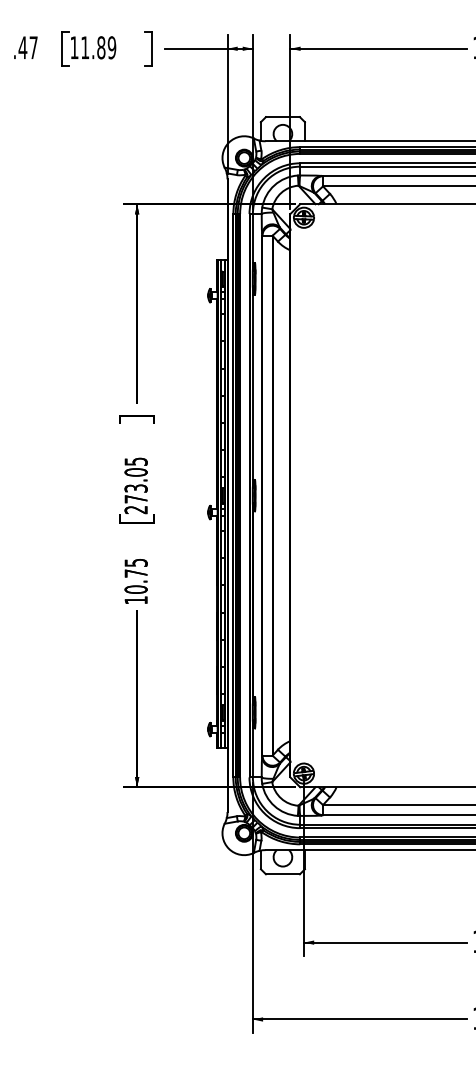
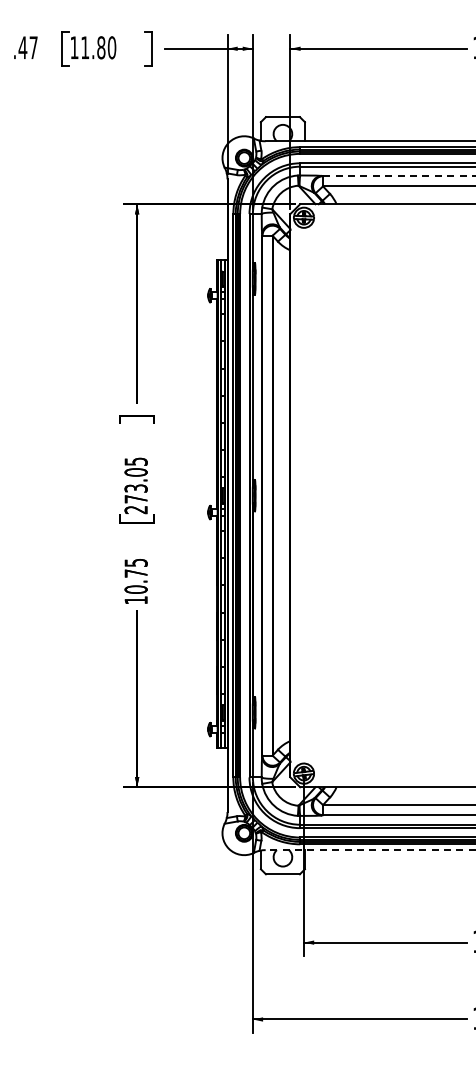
text at (111, 47): 11.89 -> 11.80
line at (400, 176): solid -> dashed
line at (370, 850): solid -> dashed
